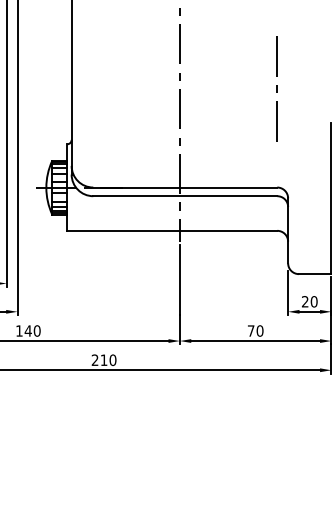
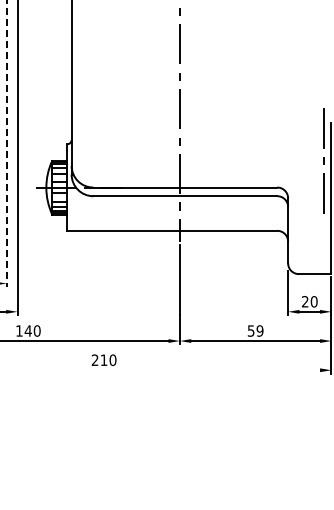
line at (276, 88) position: (276, 88) -> (323, 160)
line at (6, 144): solid -> dashed
text at (255, 330): 70 -> 59
line at (161, 370): present -> none
